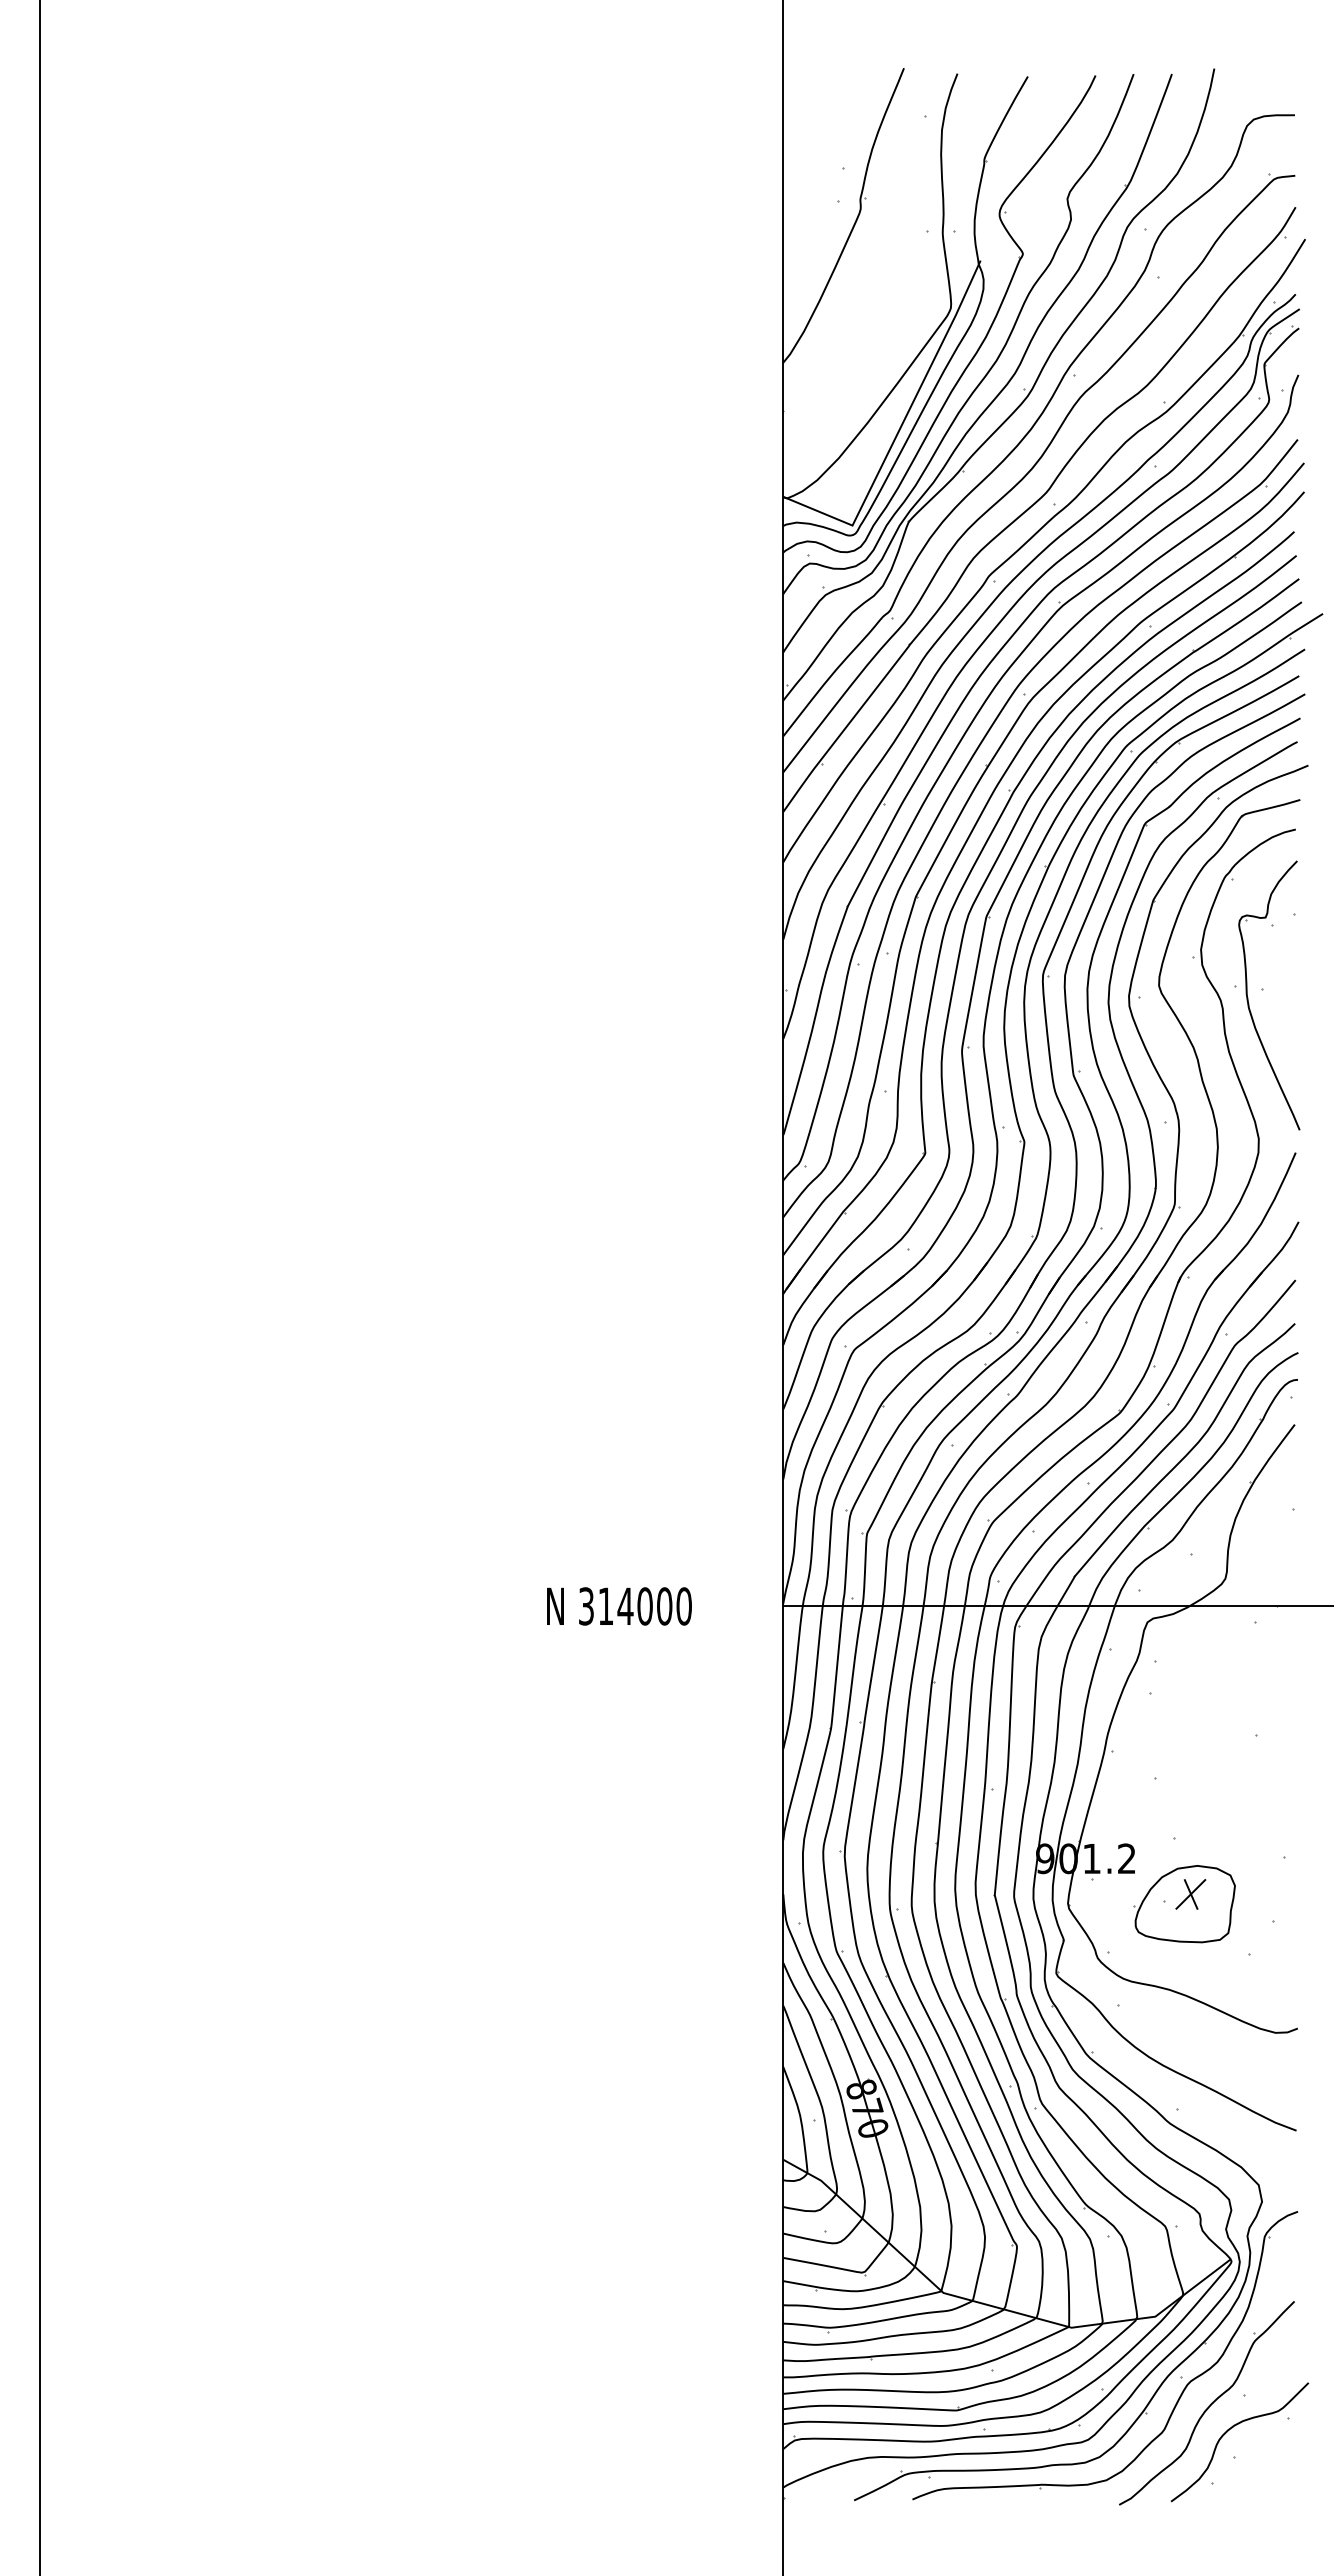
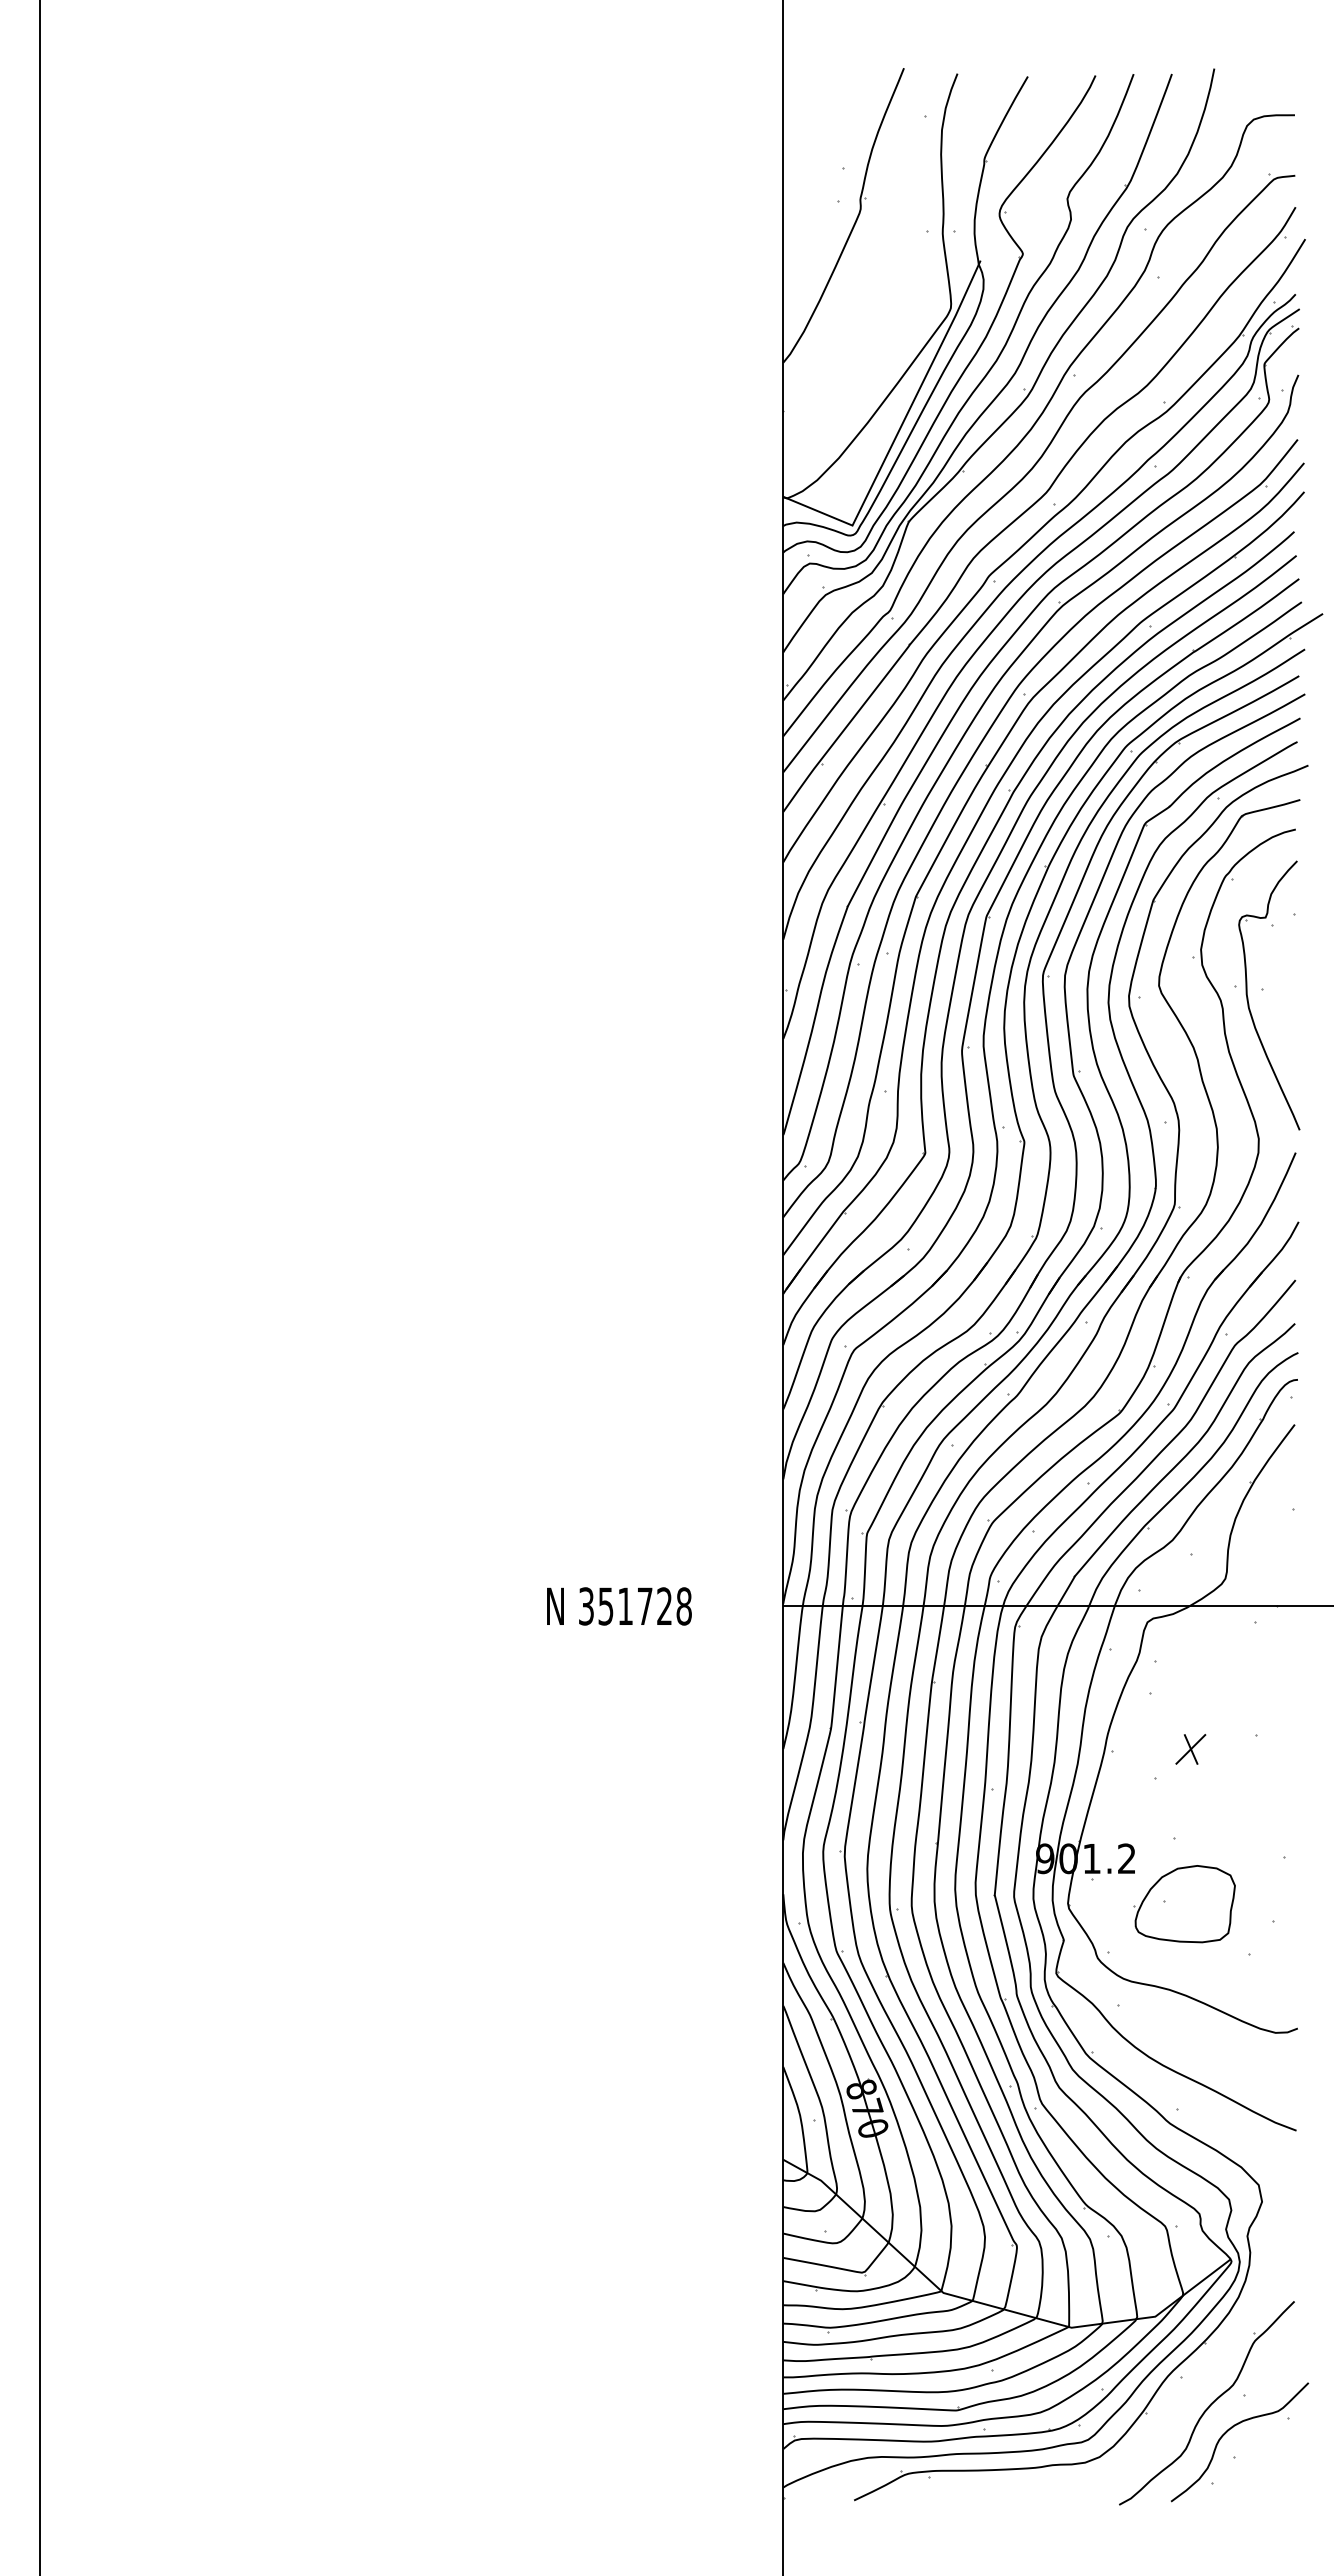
text at (644, 1606): 314000 -> 351728
part at (1190, 1894) position: (1190, 1894) -> (1190, 1749)
part at (1178, 2397): present -> none
